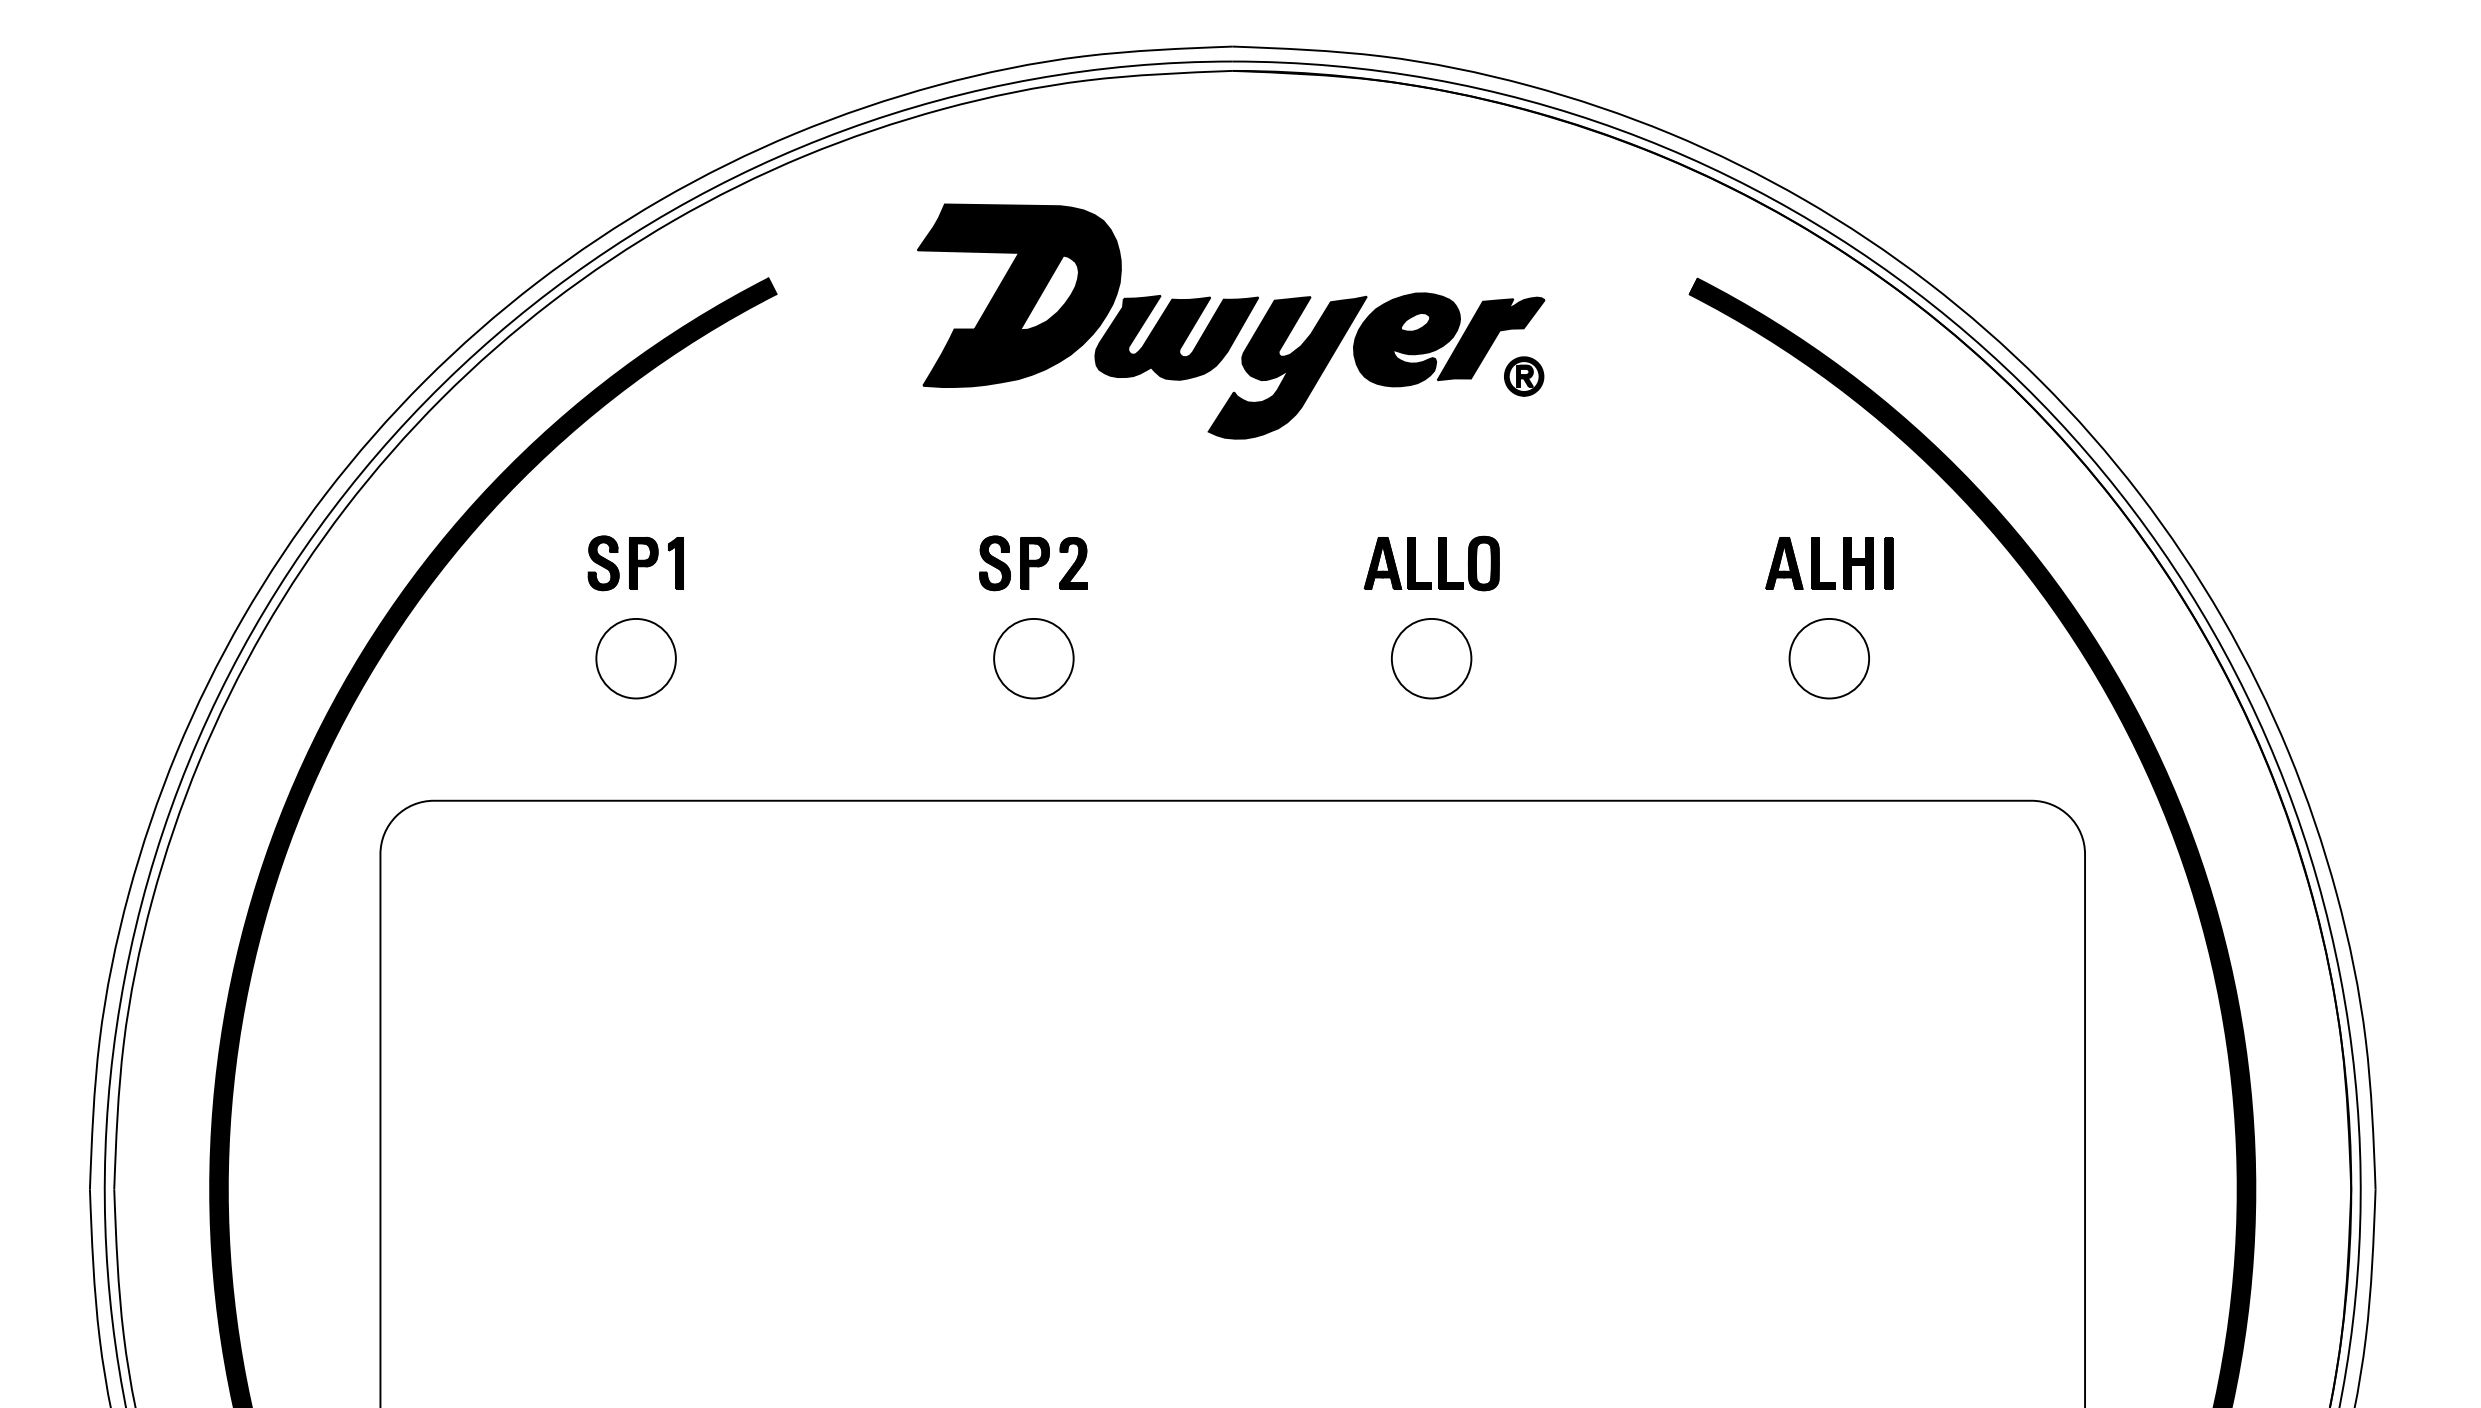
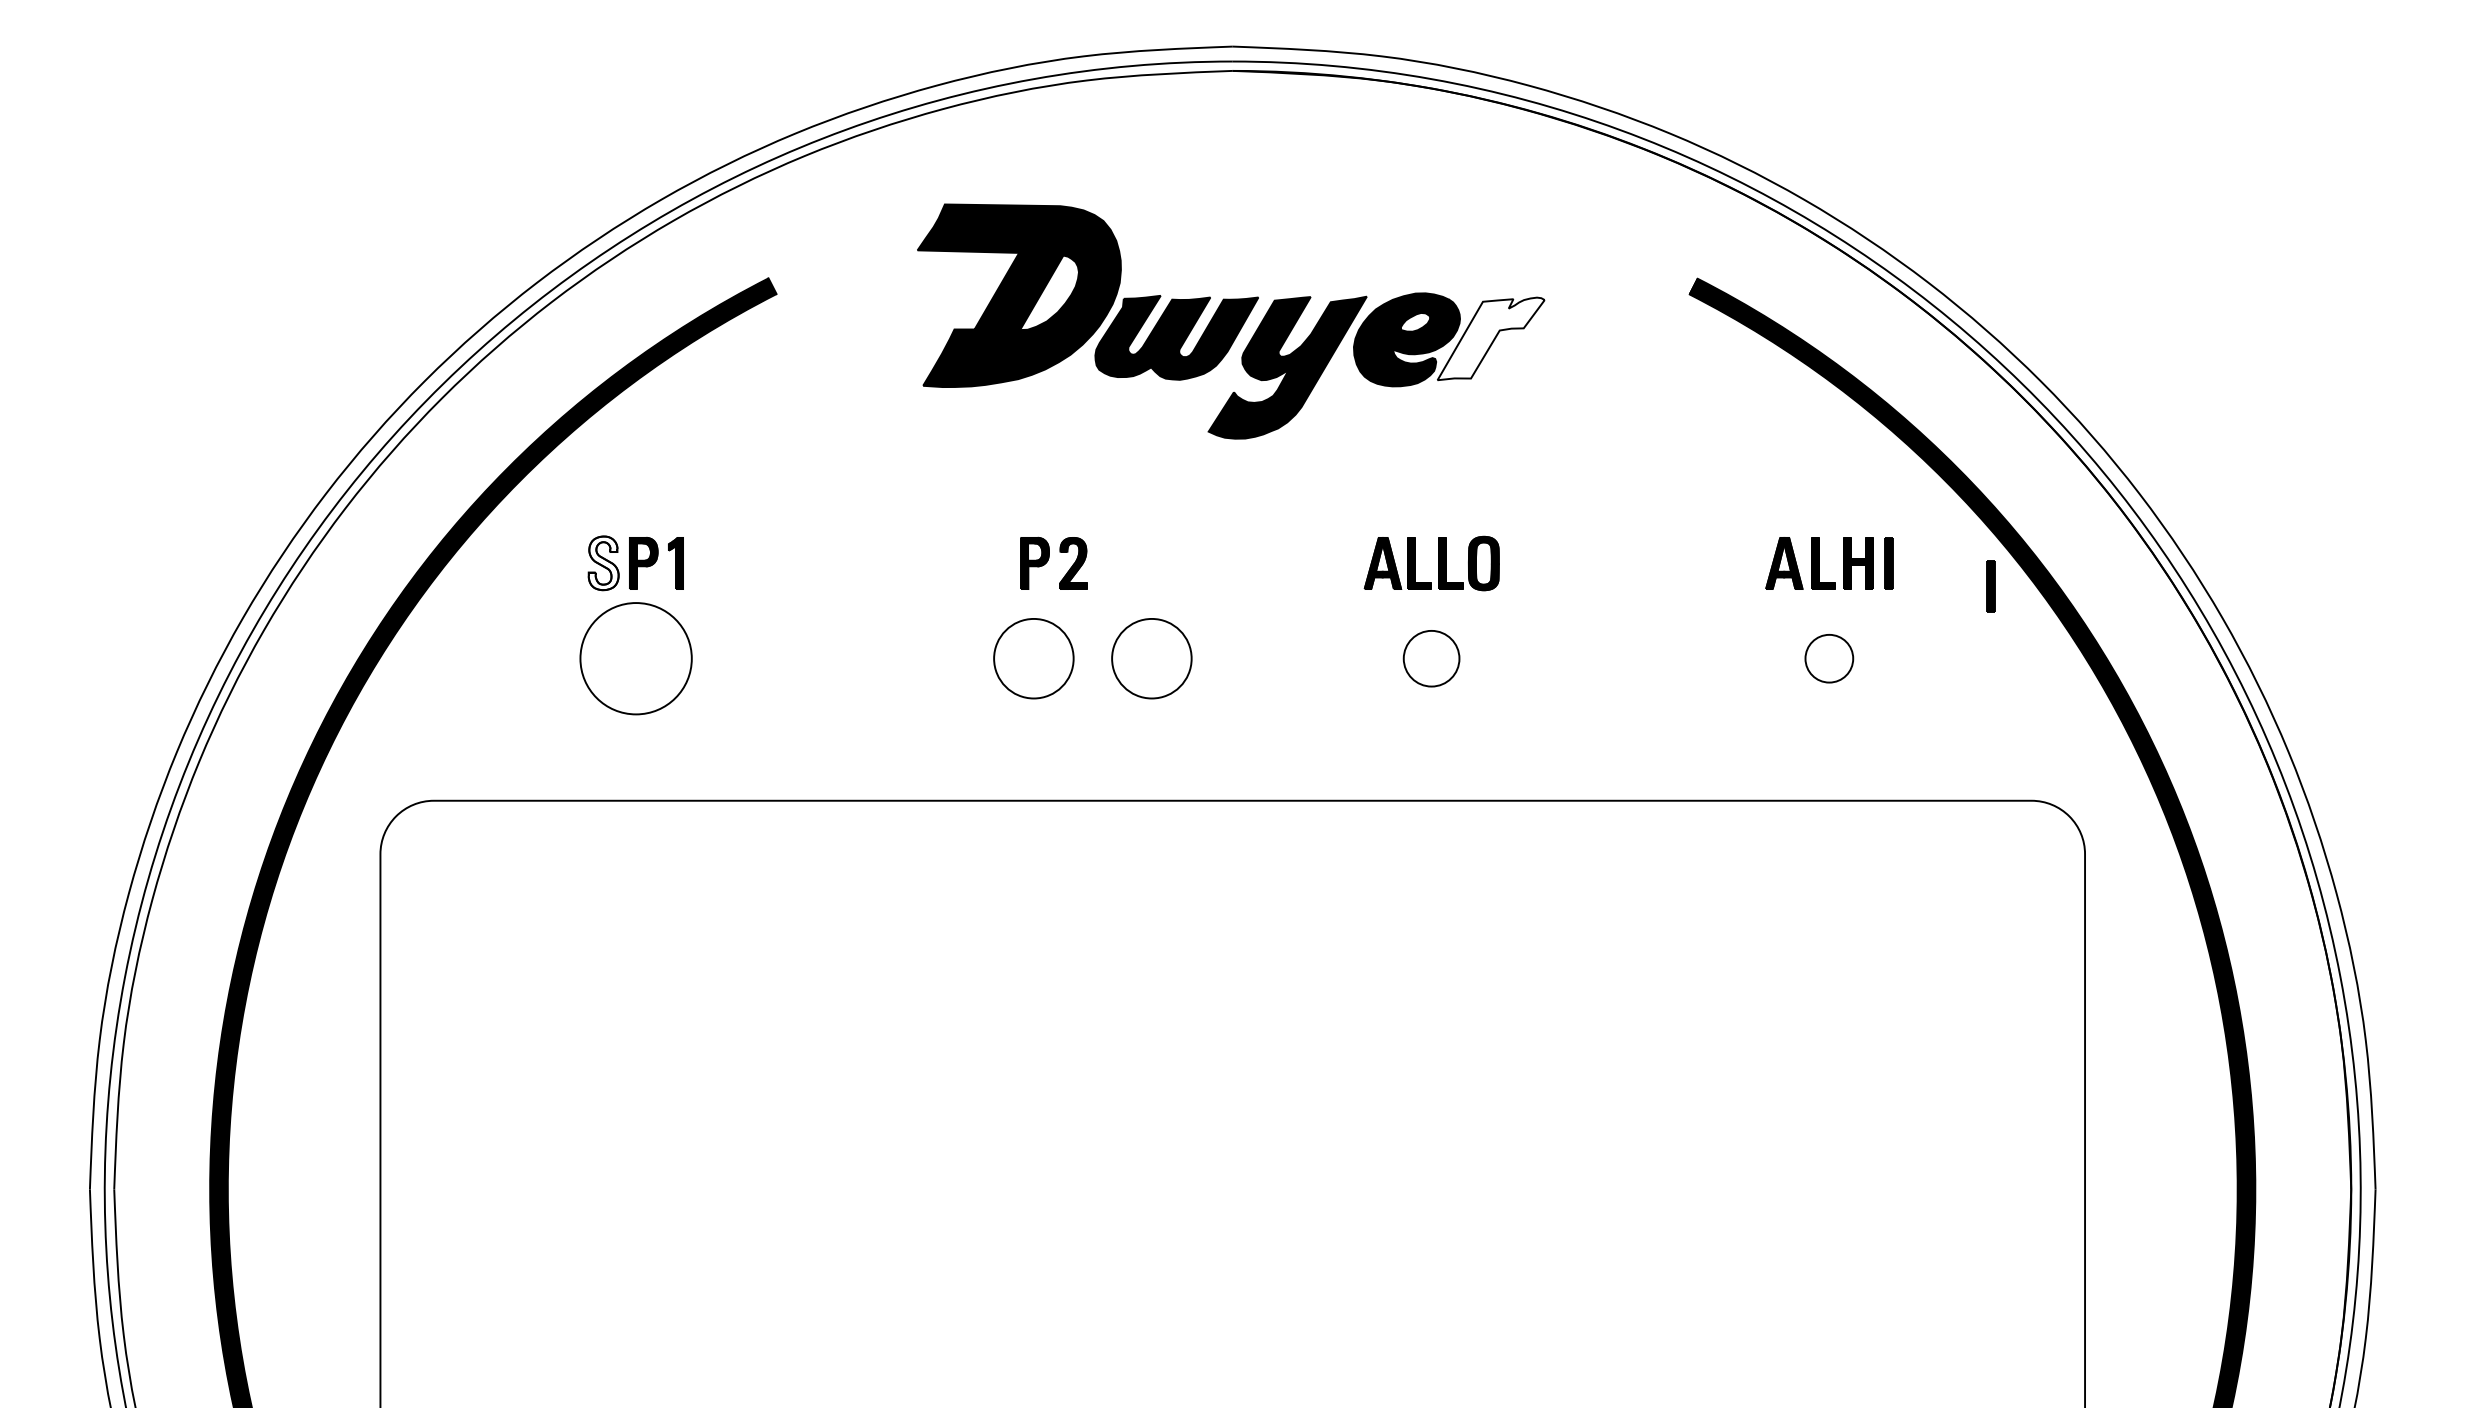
fill at (1490, 338): present -> none
part at (1524, 376): present -> none
fill at (603, 563): present -> none
part at (994, 563): present -> none
part at (1990, 586): none -> present
circle at (635, 658) diameter: 80 px -> 111 px
circle at (1151, 658): none -> present
circle at (1431, 658) diameter: 80 px -> 56 px
circle at (1829, 658) diameter: 80 px -> 48 px
